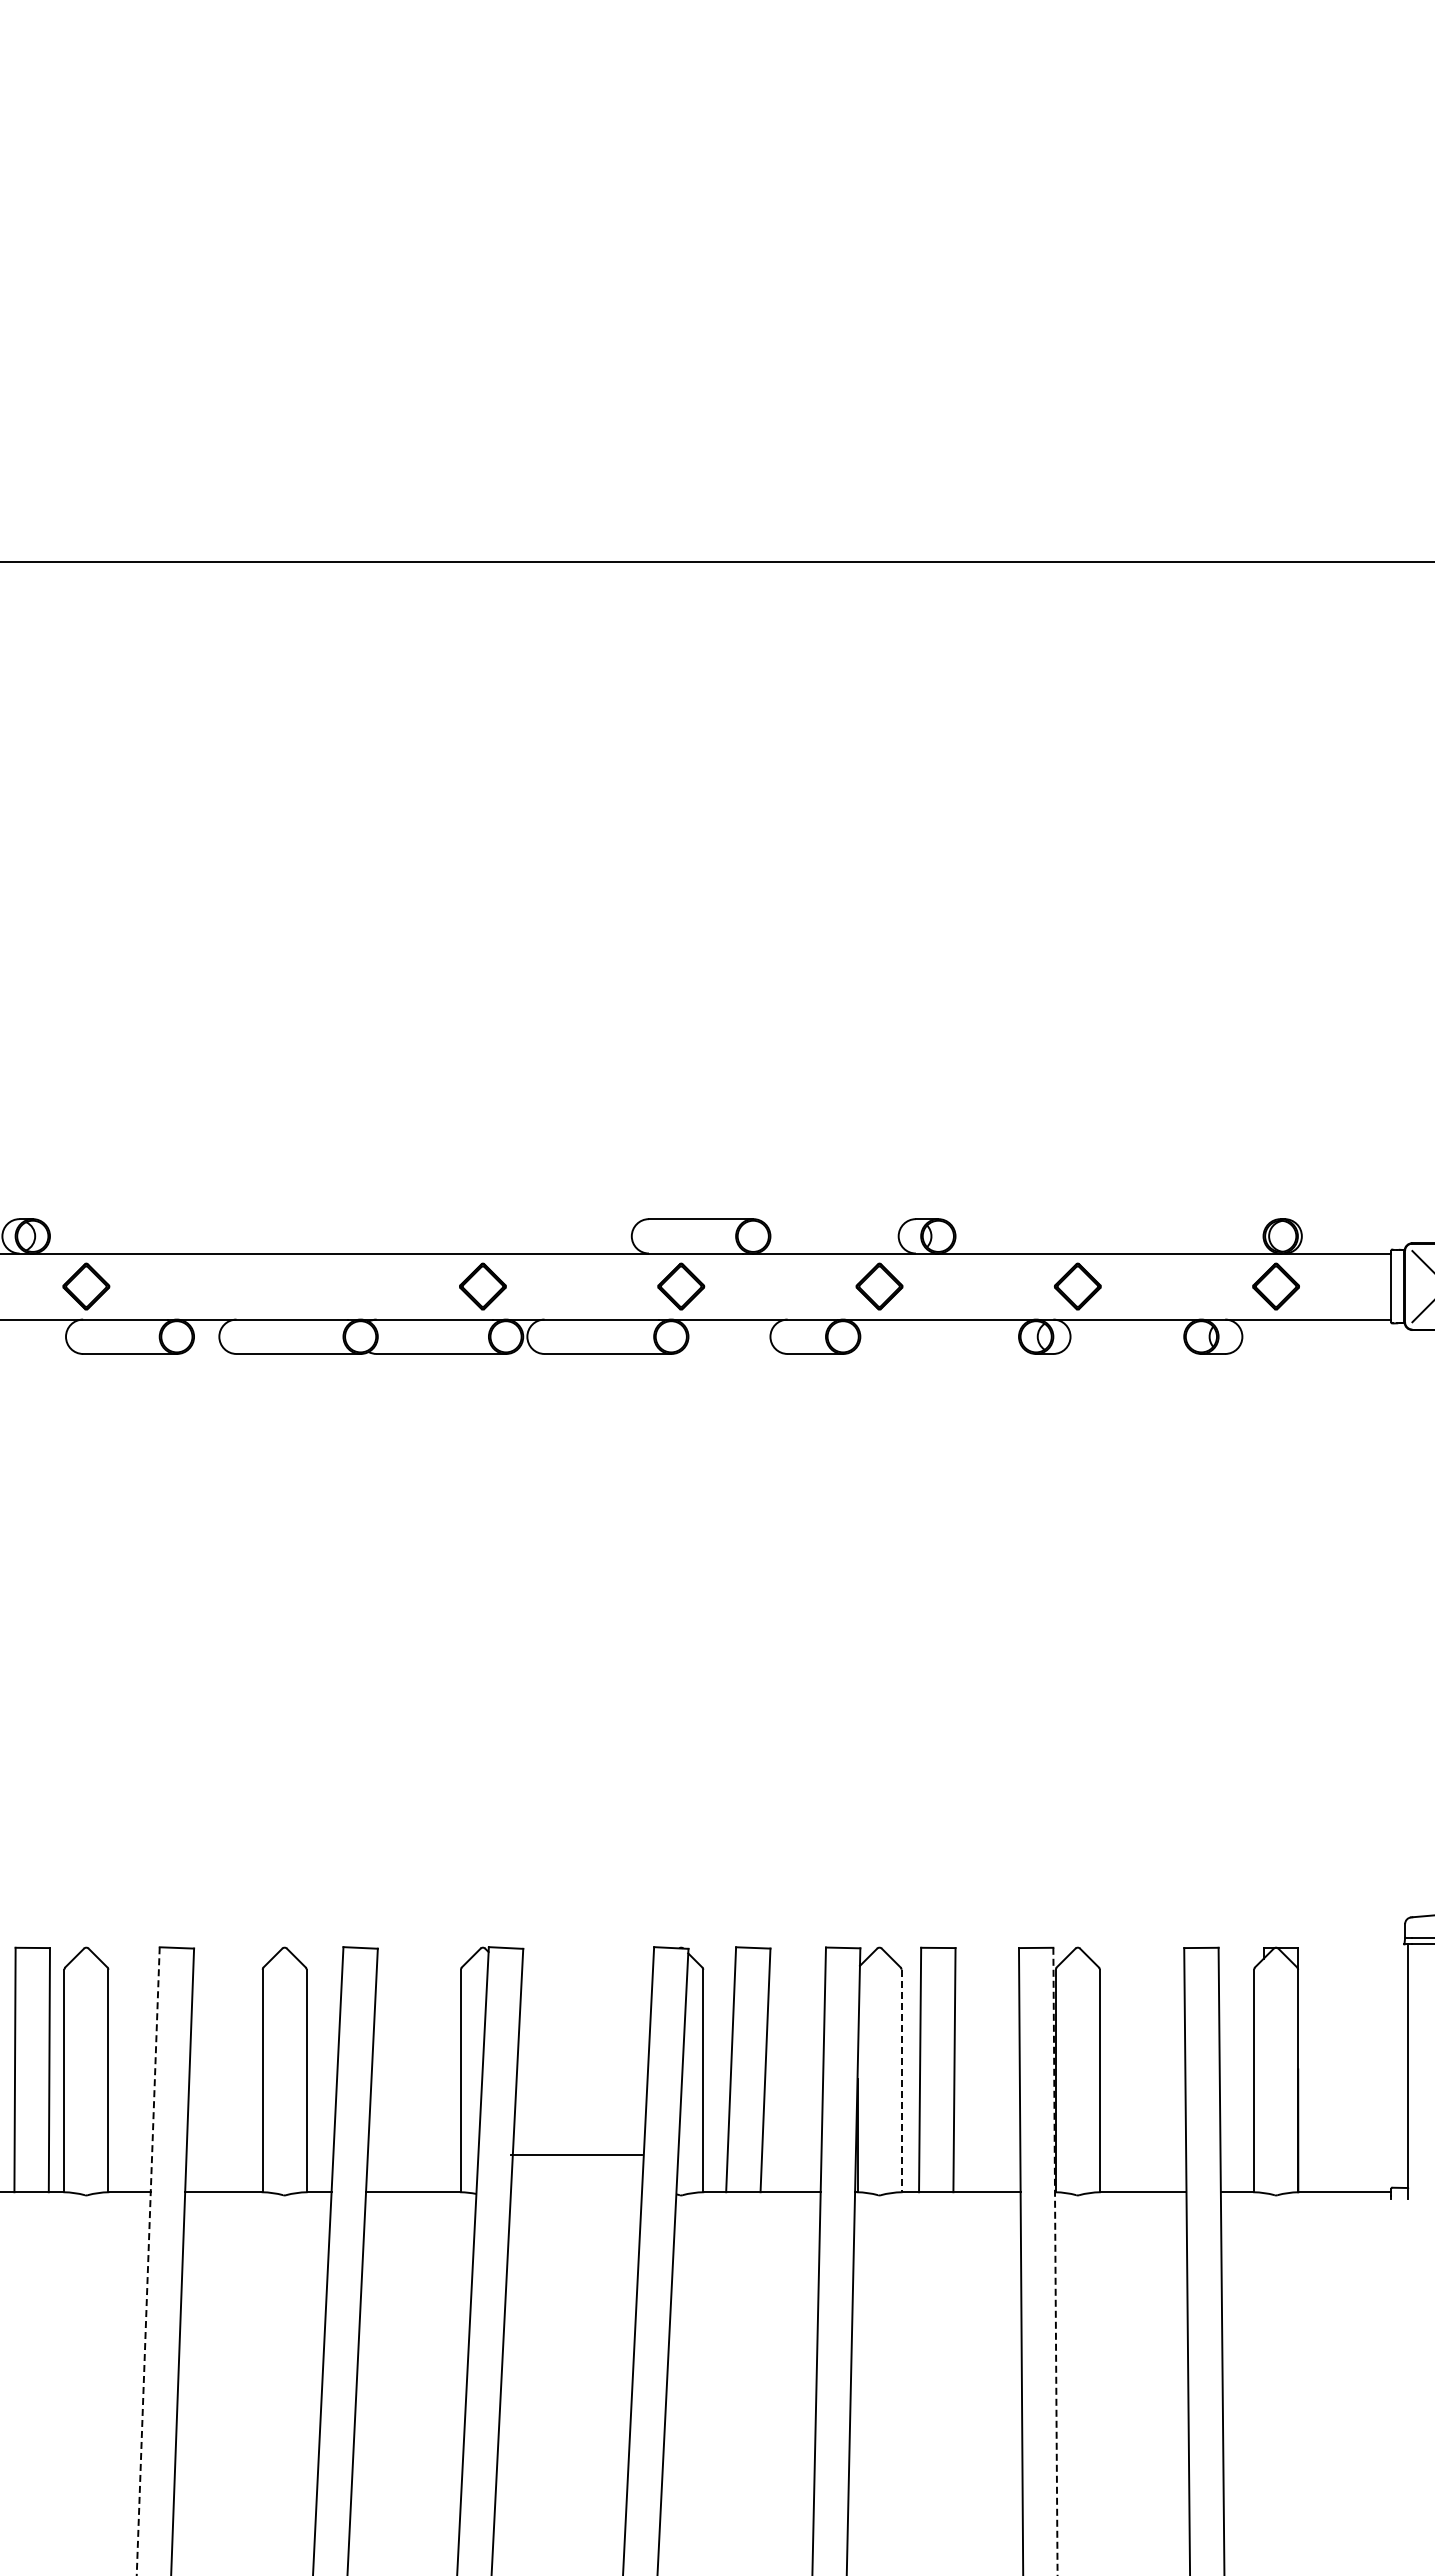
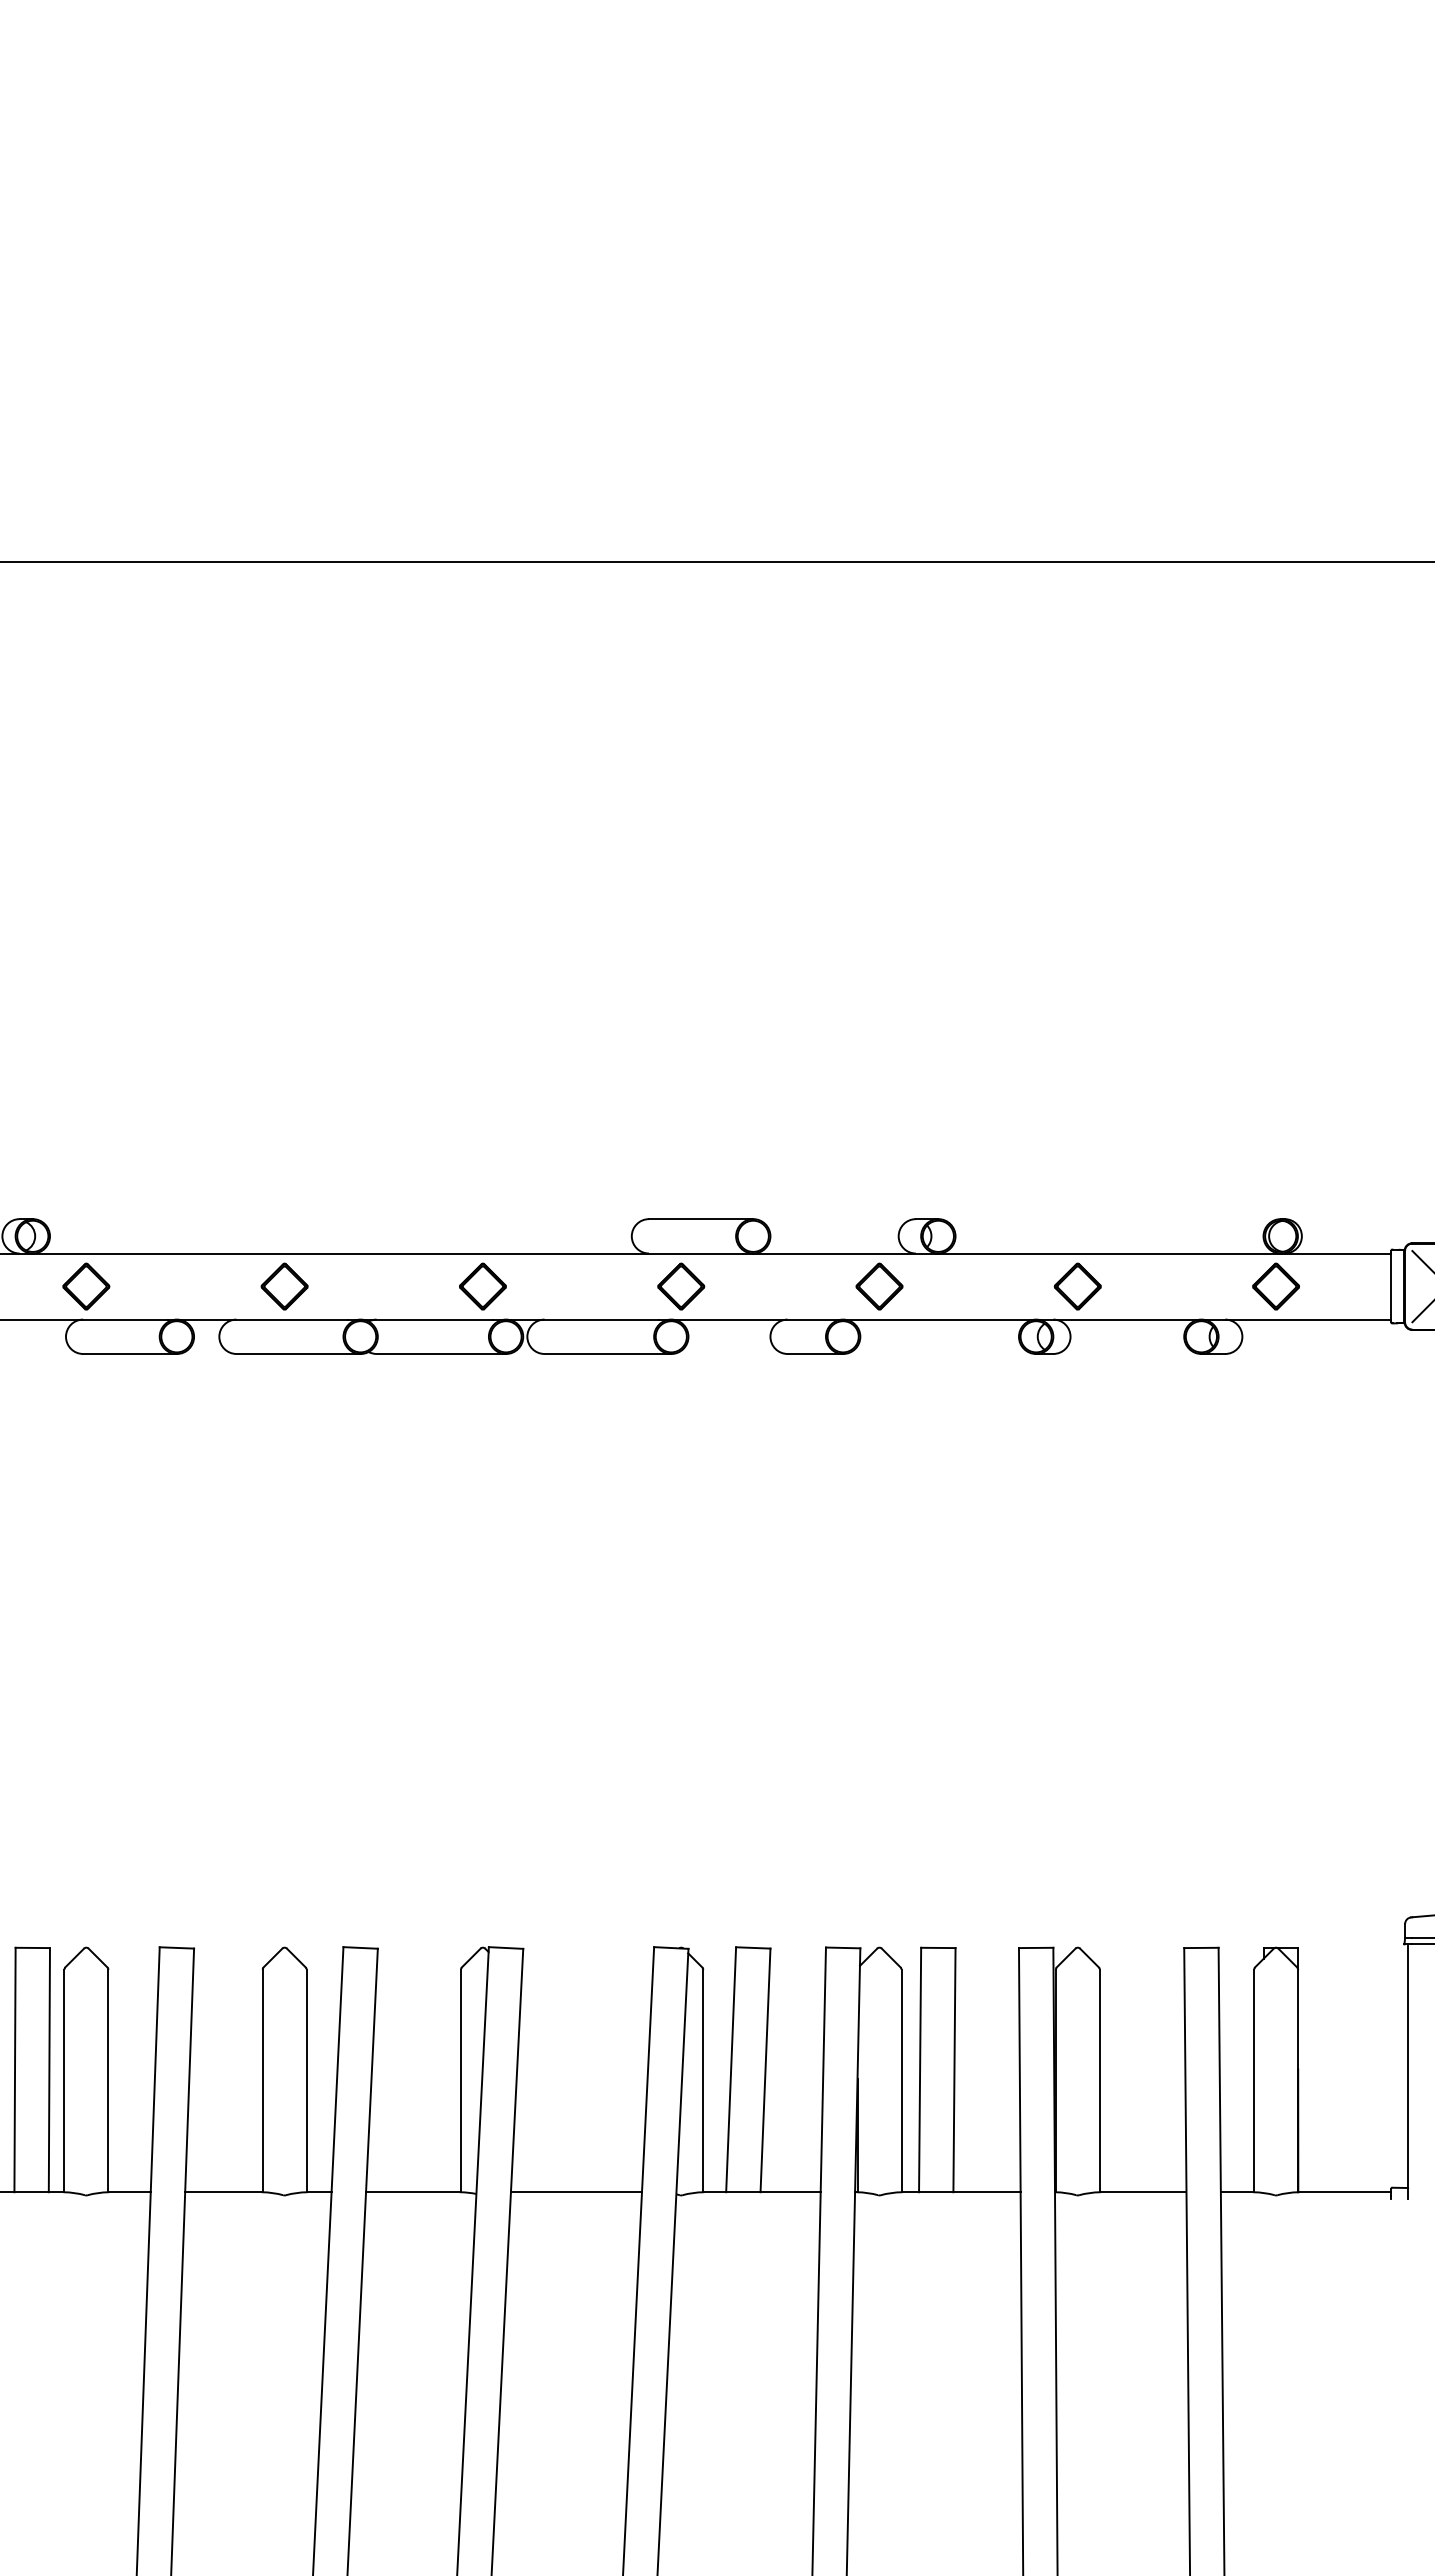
part at (284, 1286): none -> present
line at (901, 2081): dashed -> solid
line at (576, 2155) position: (576, 2155) -> (576, 2192)
line at (1055, 2261): dashed -> solid
line at (148, 2262): dashed -> solid
